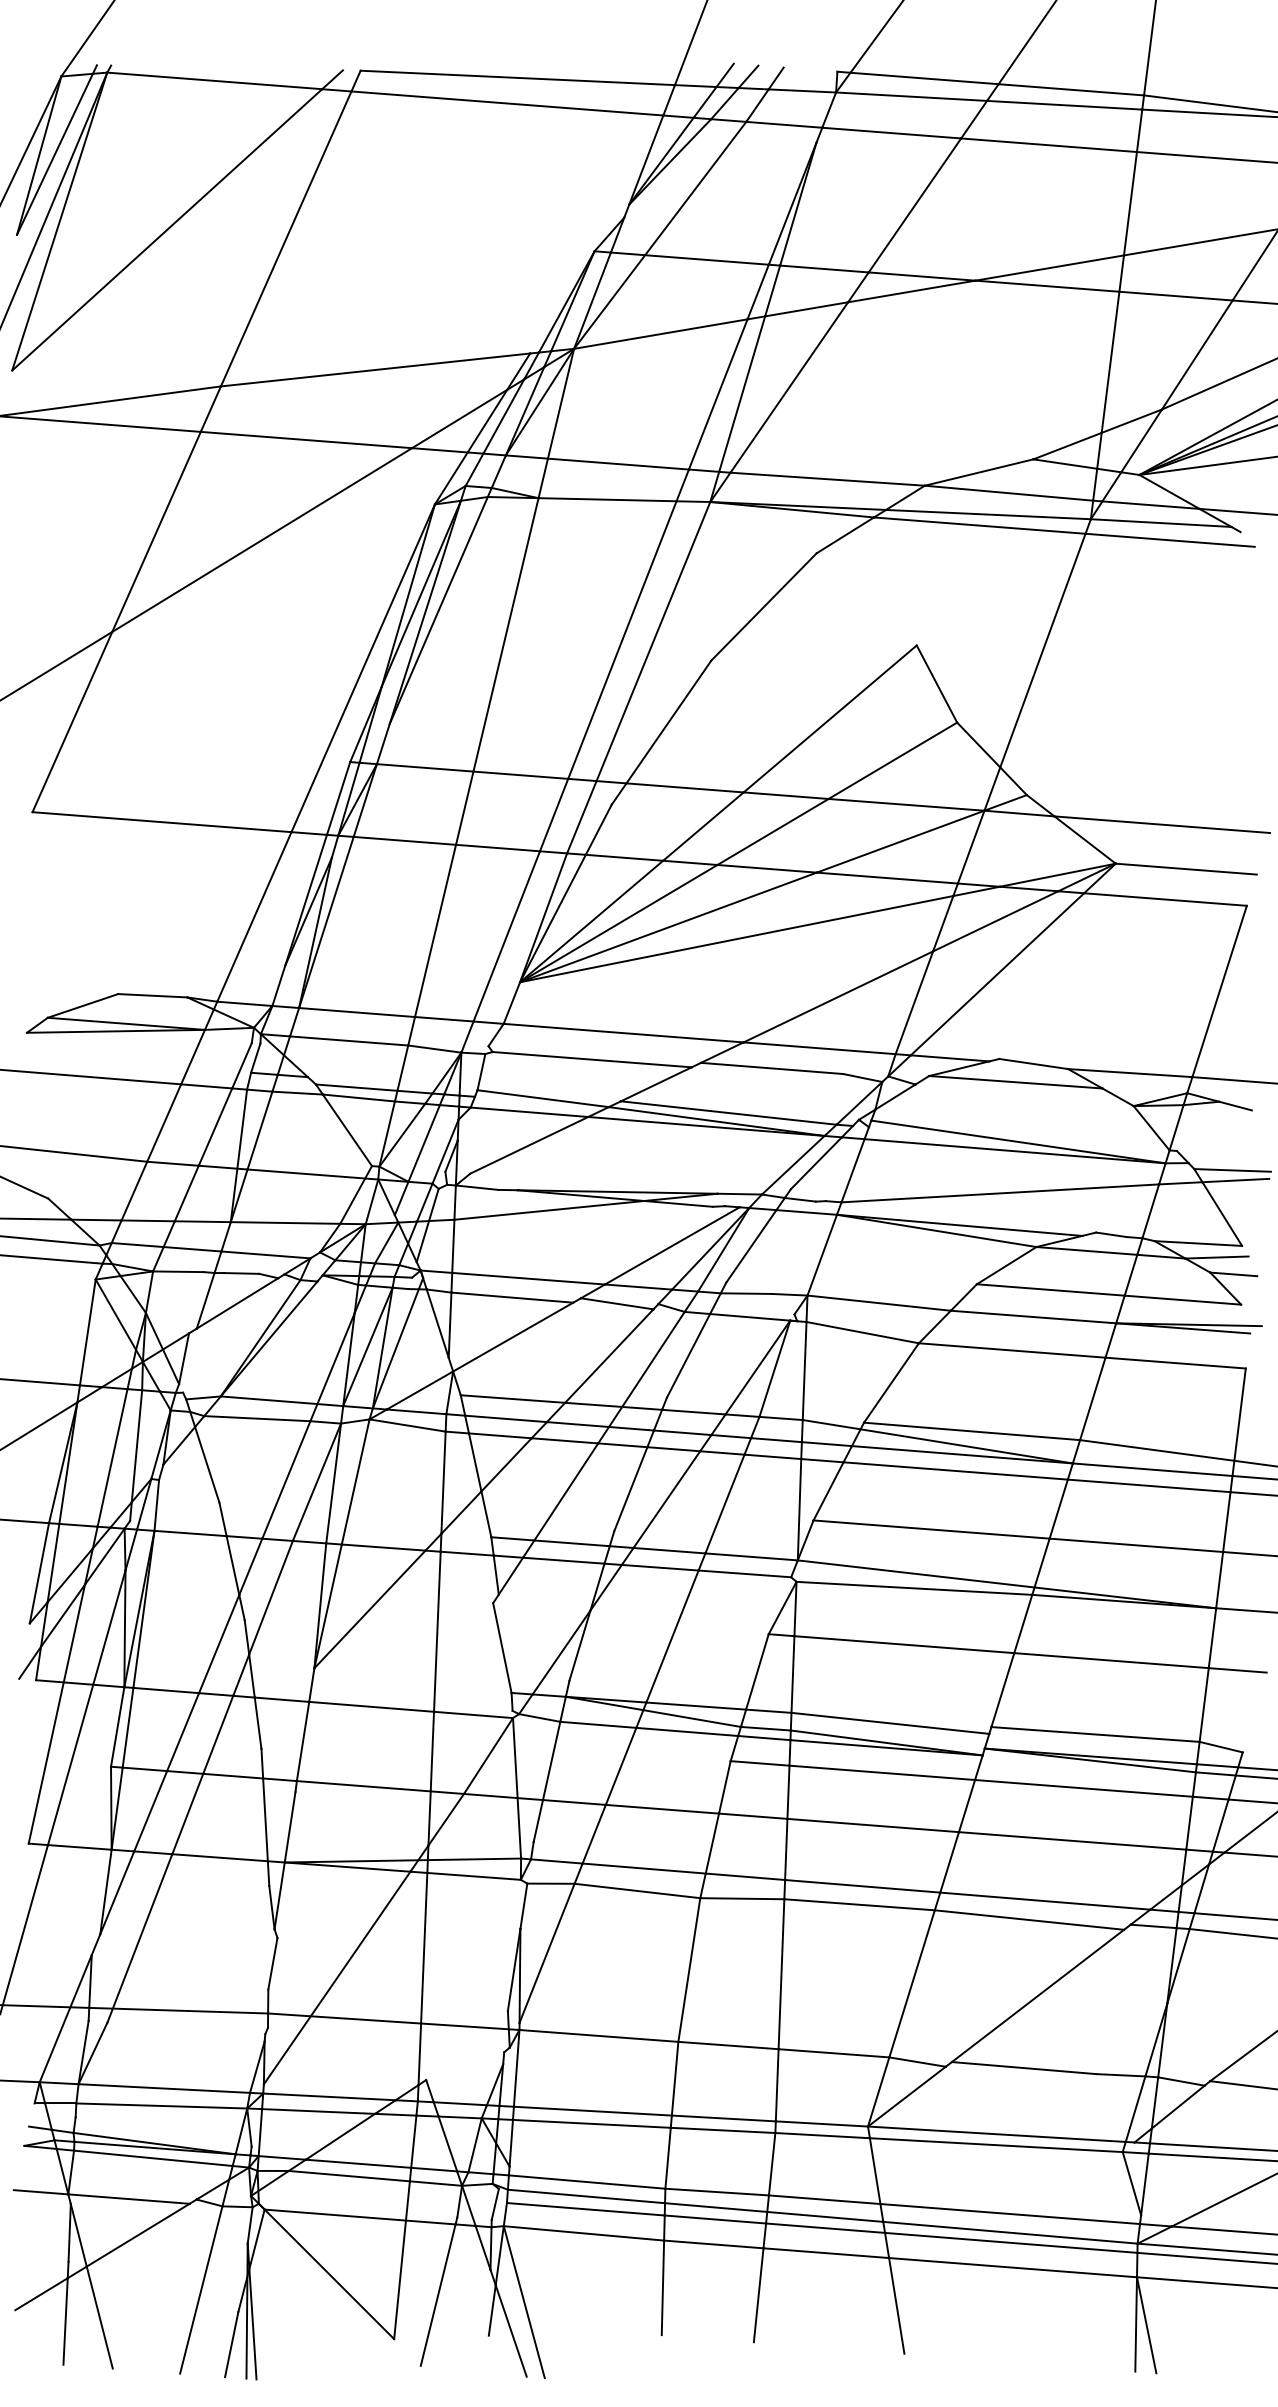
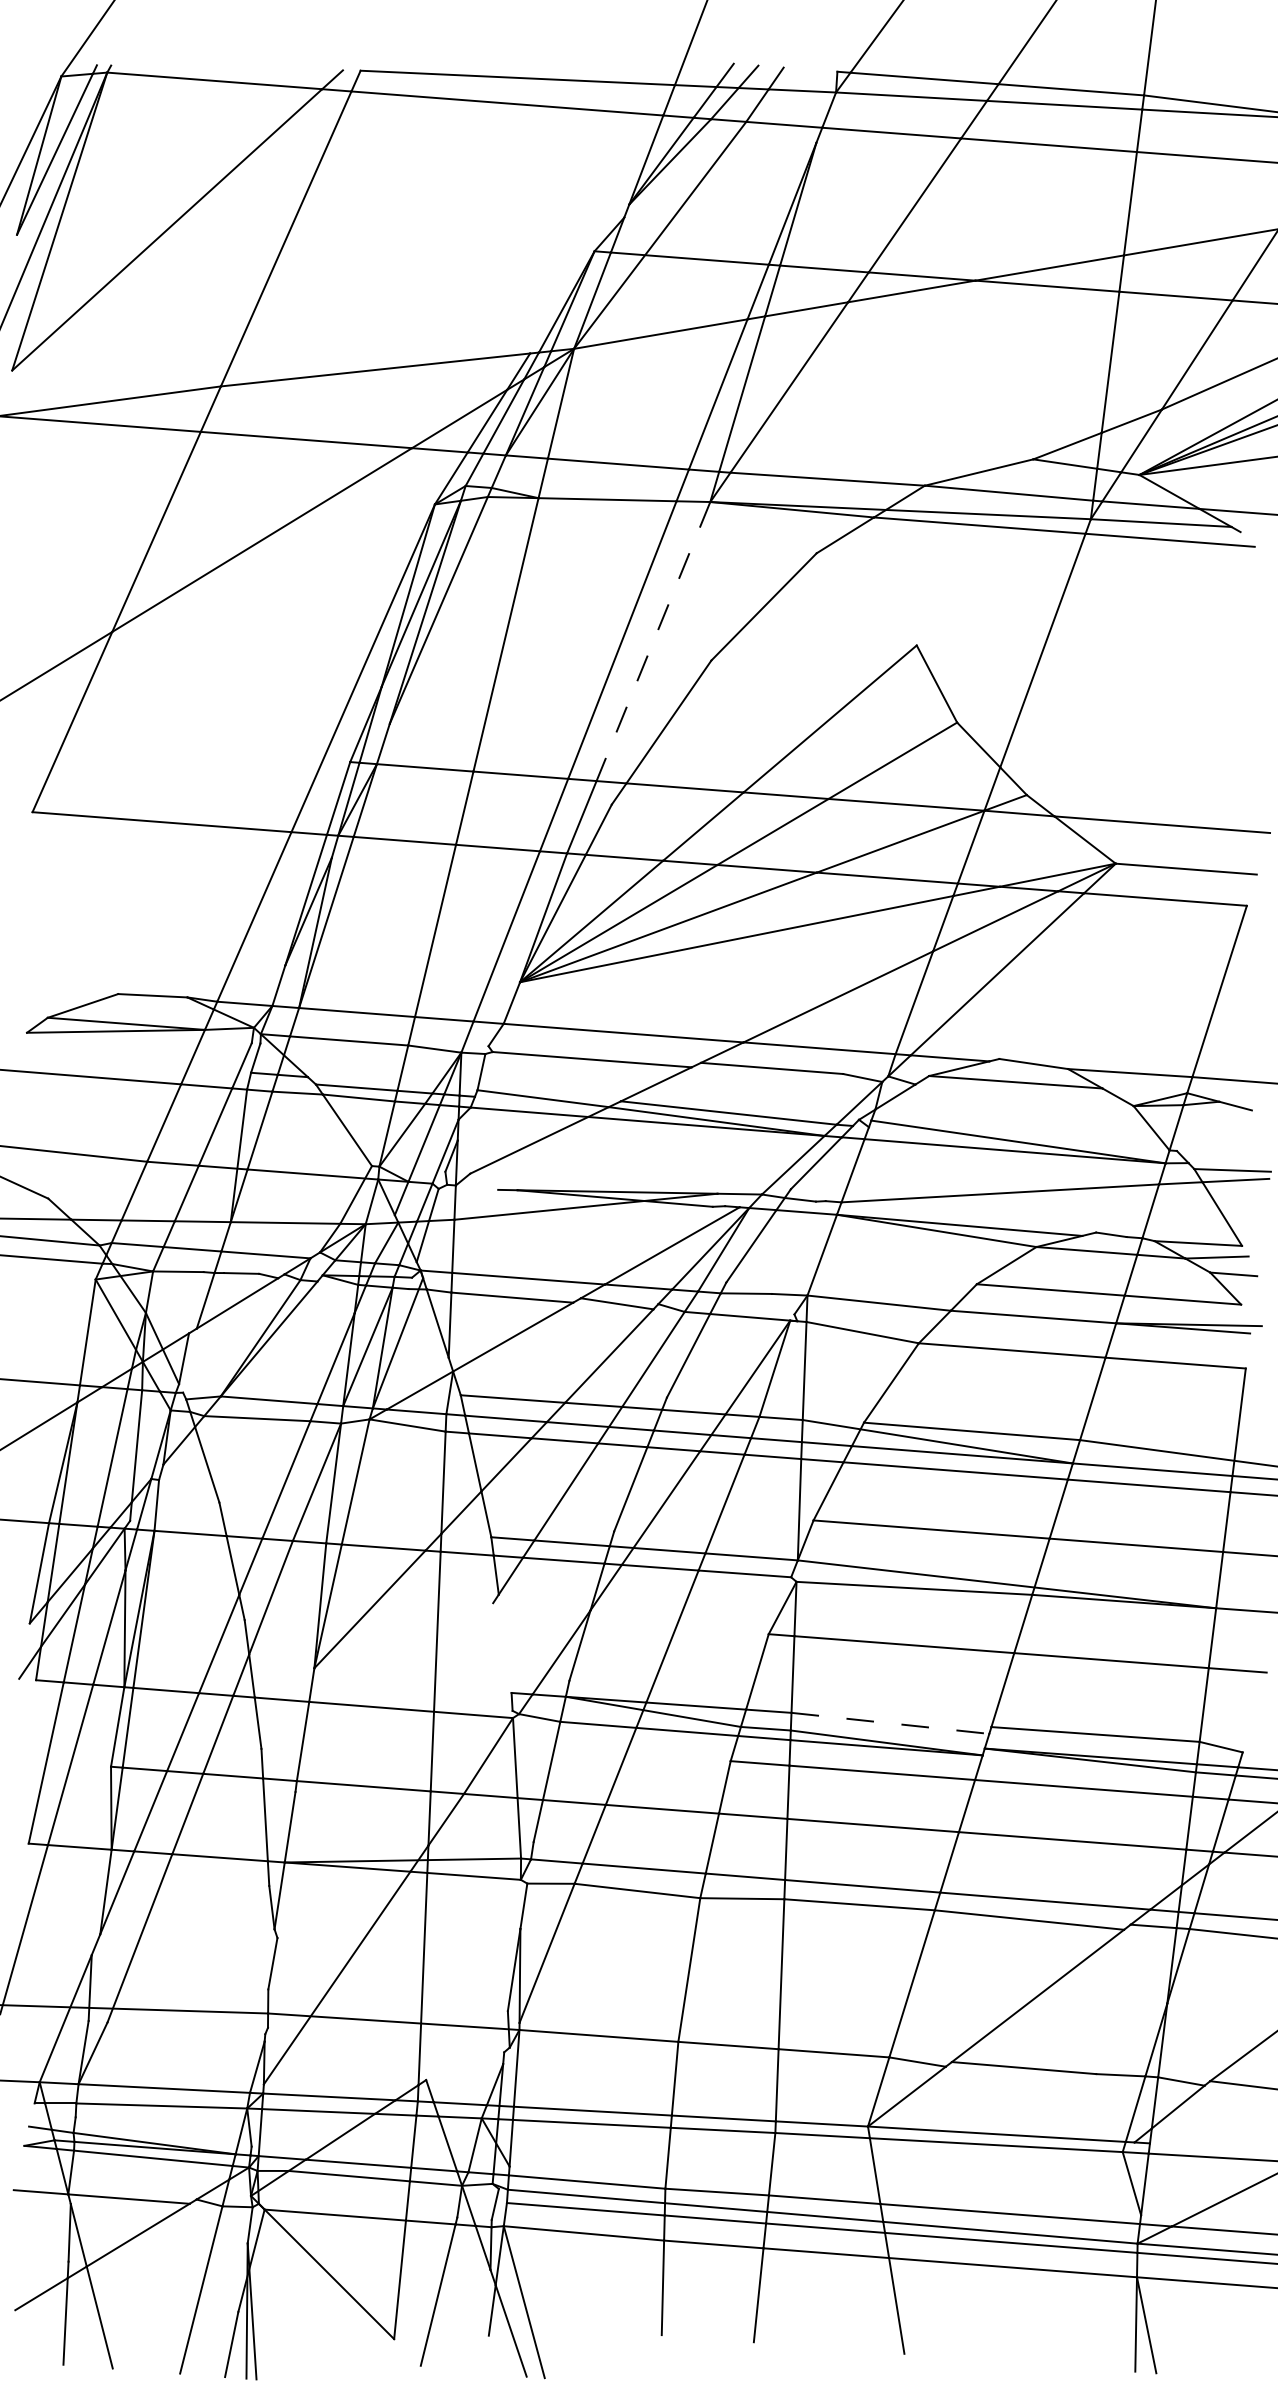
line at (653, 641): solid -> dashed
line at (476, 1187): present -> none
line at (502, 1647): present -> none
line at (890, 1723): solid -> dashed
line at (1211, 2146): present -> none
